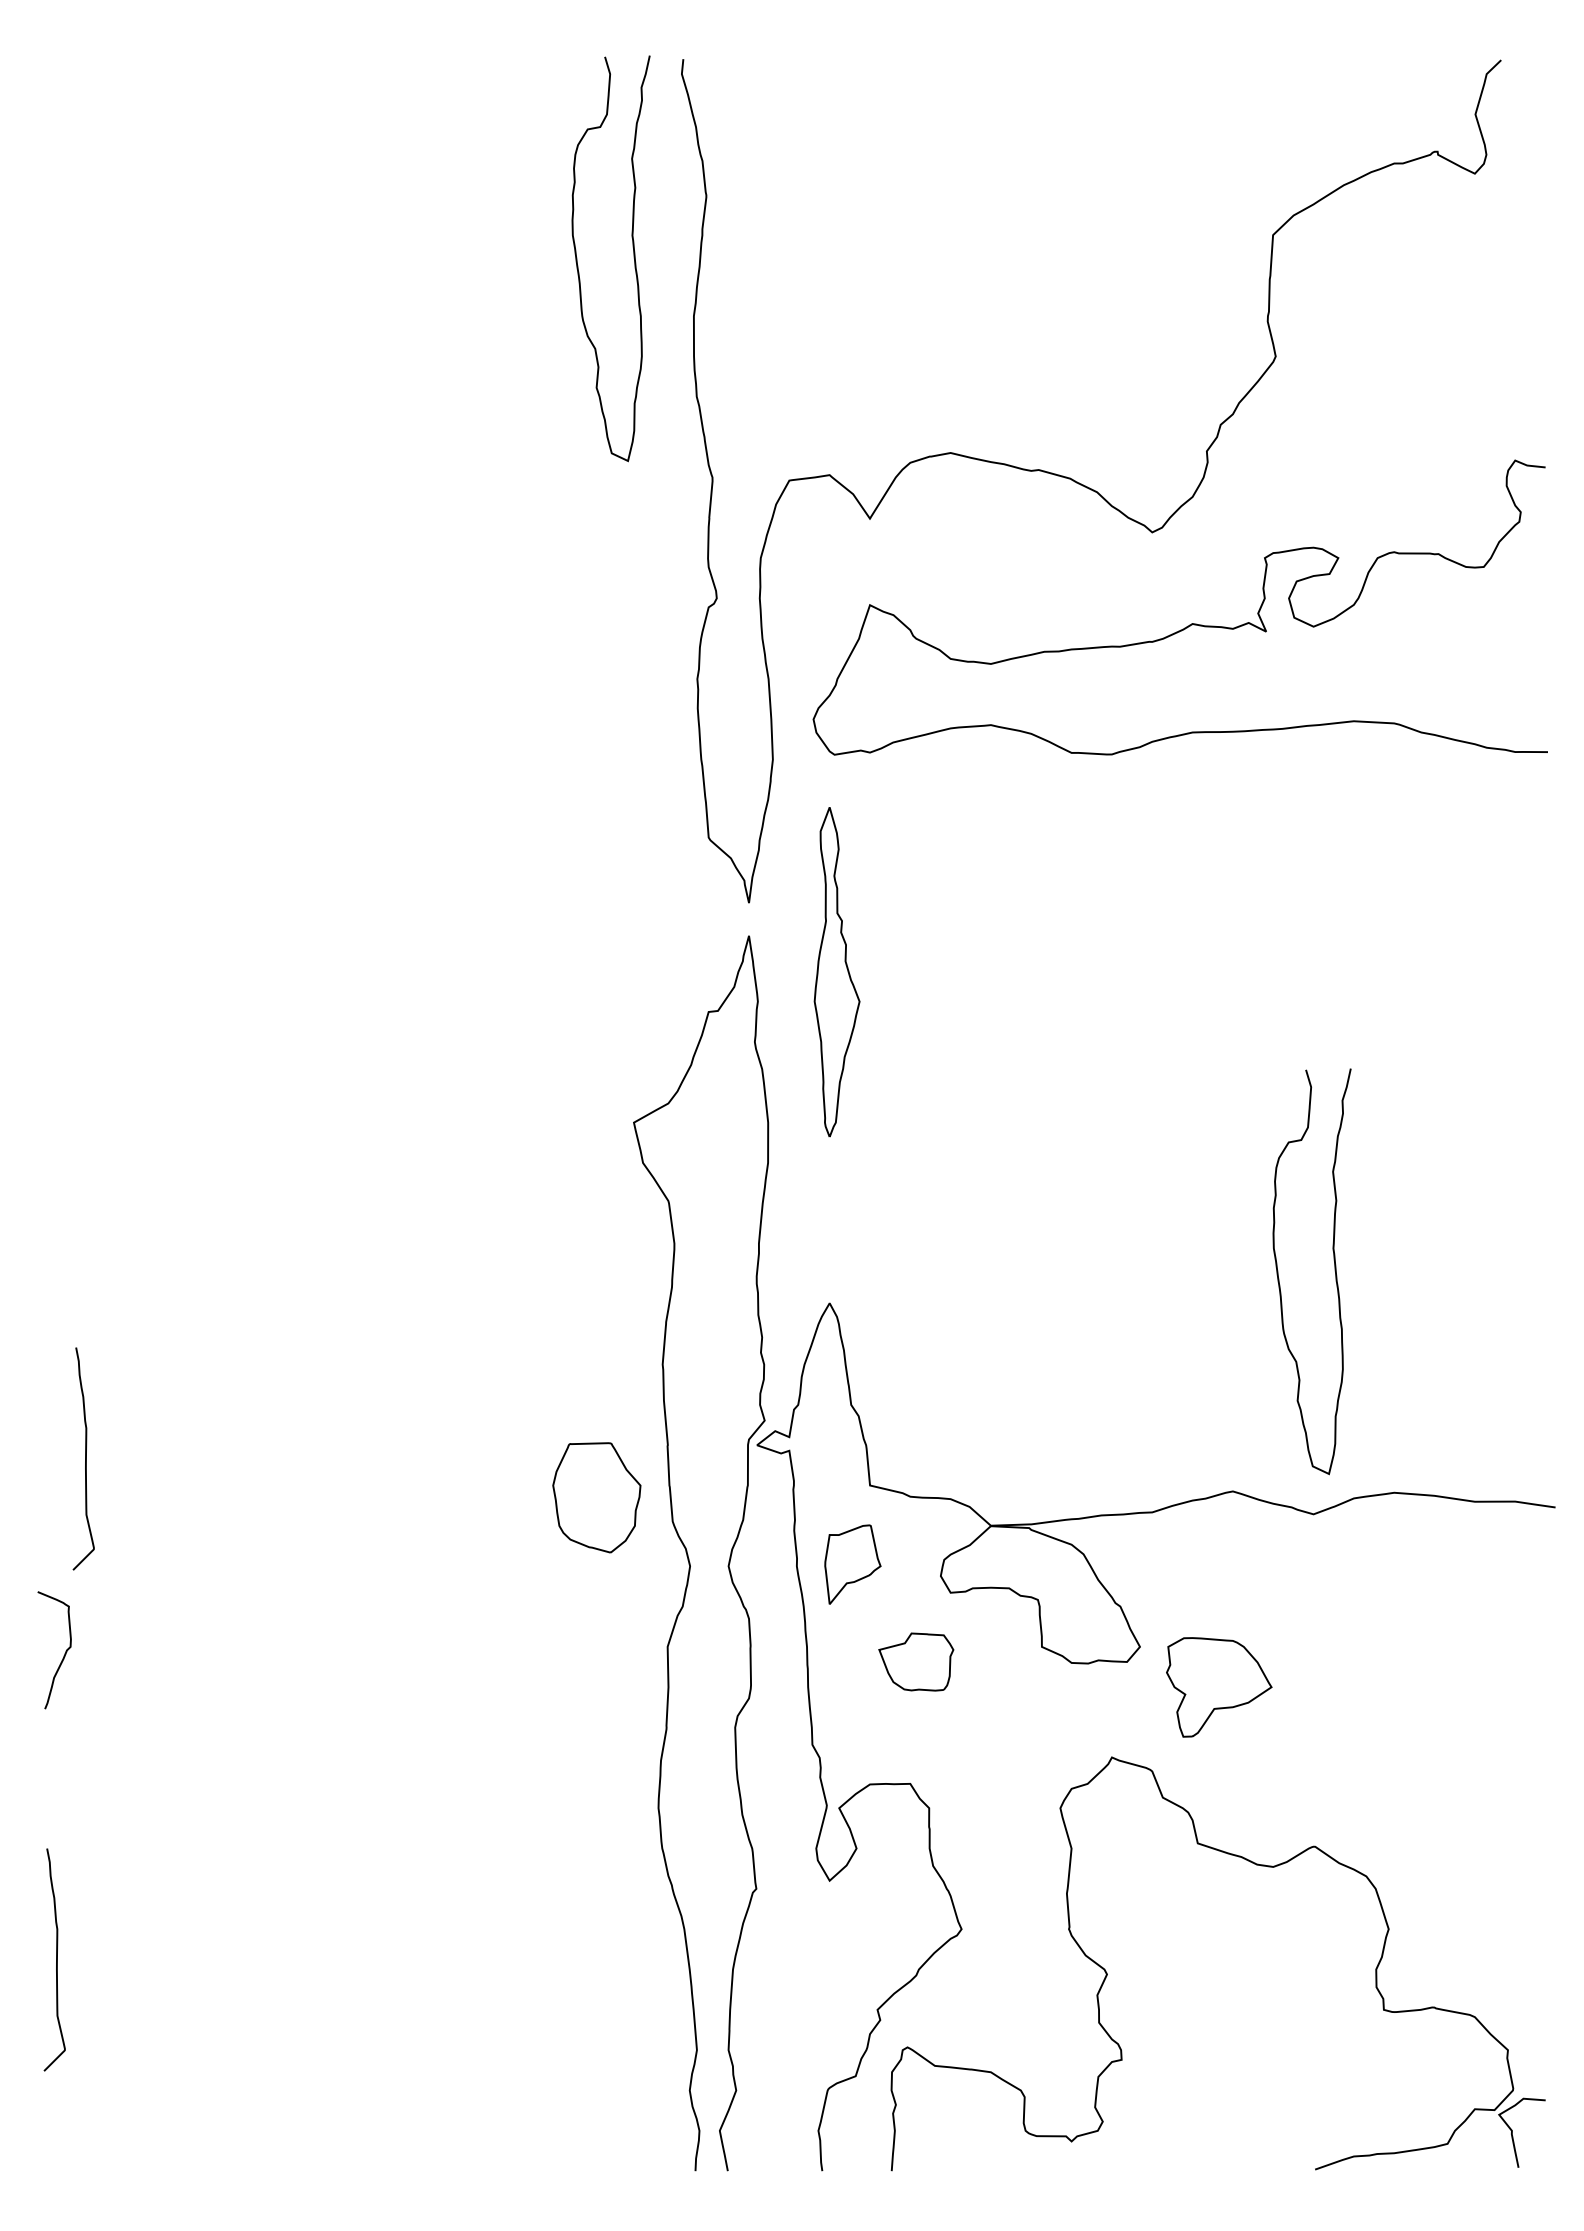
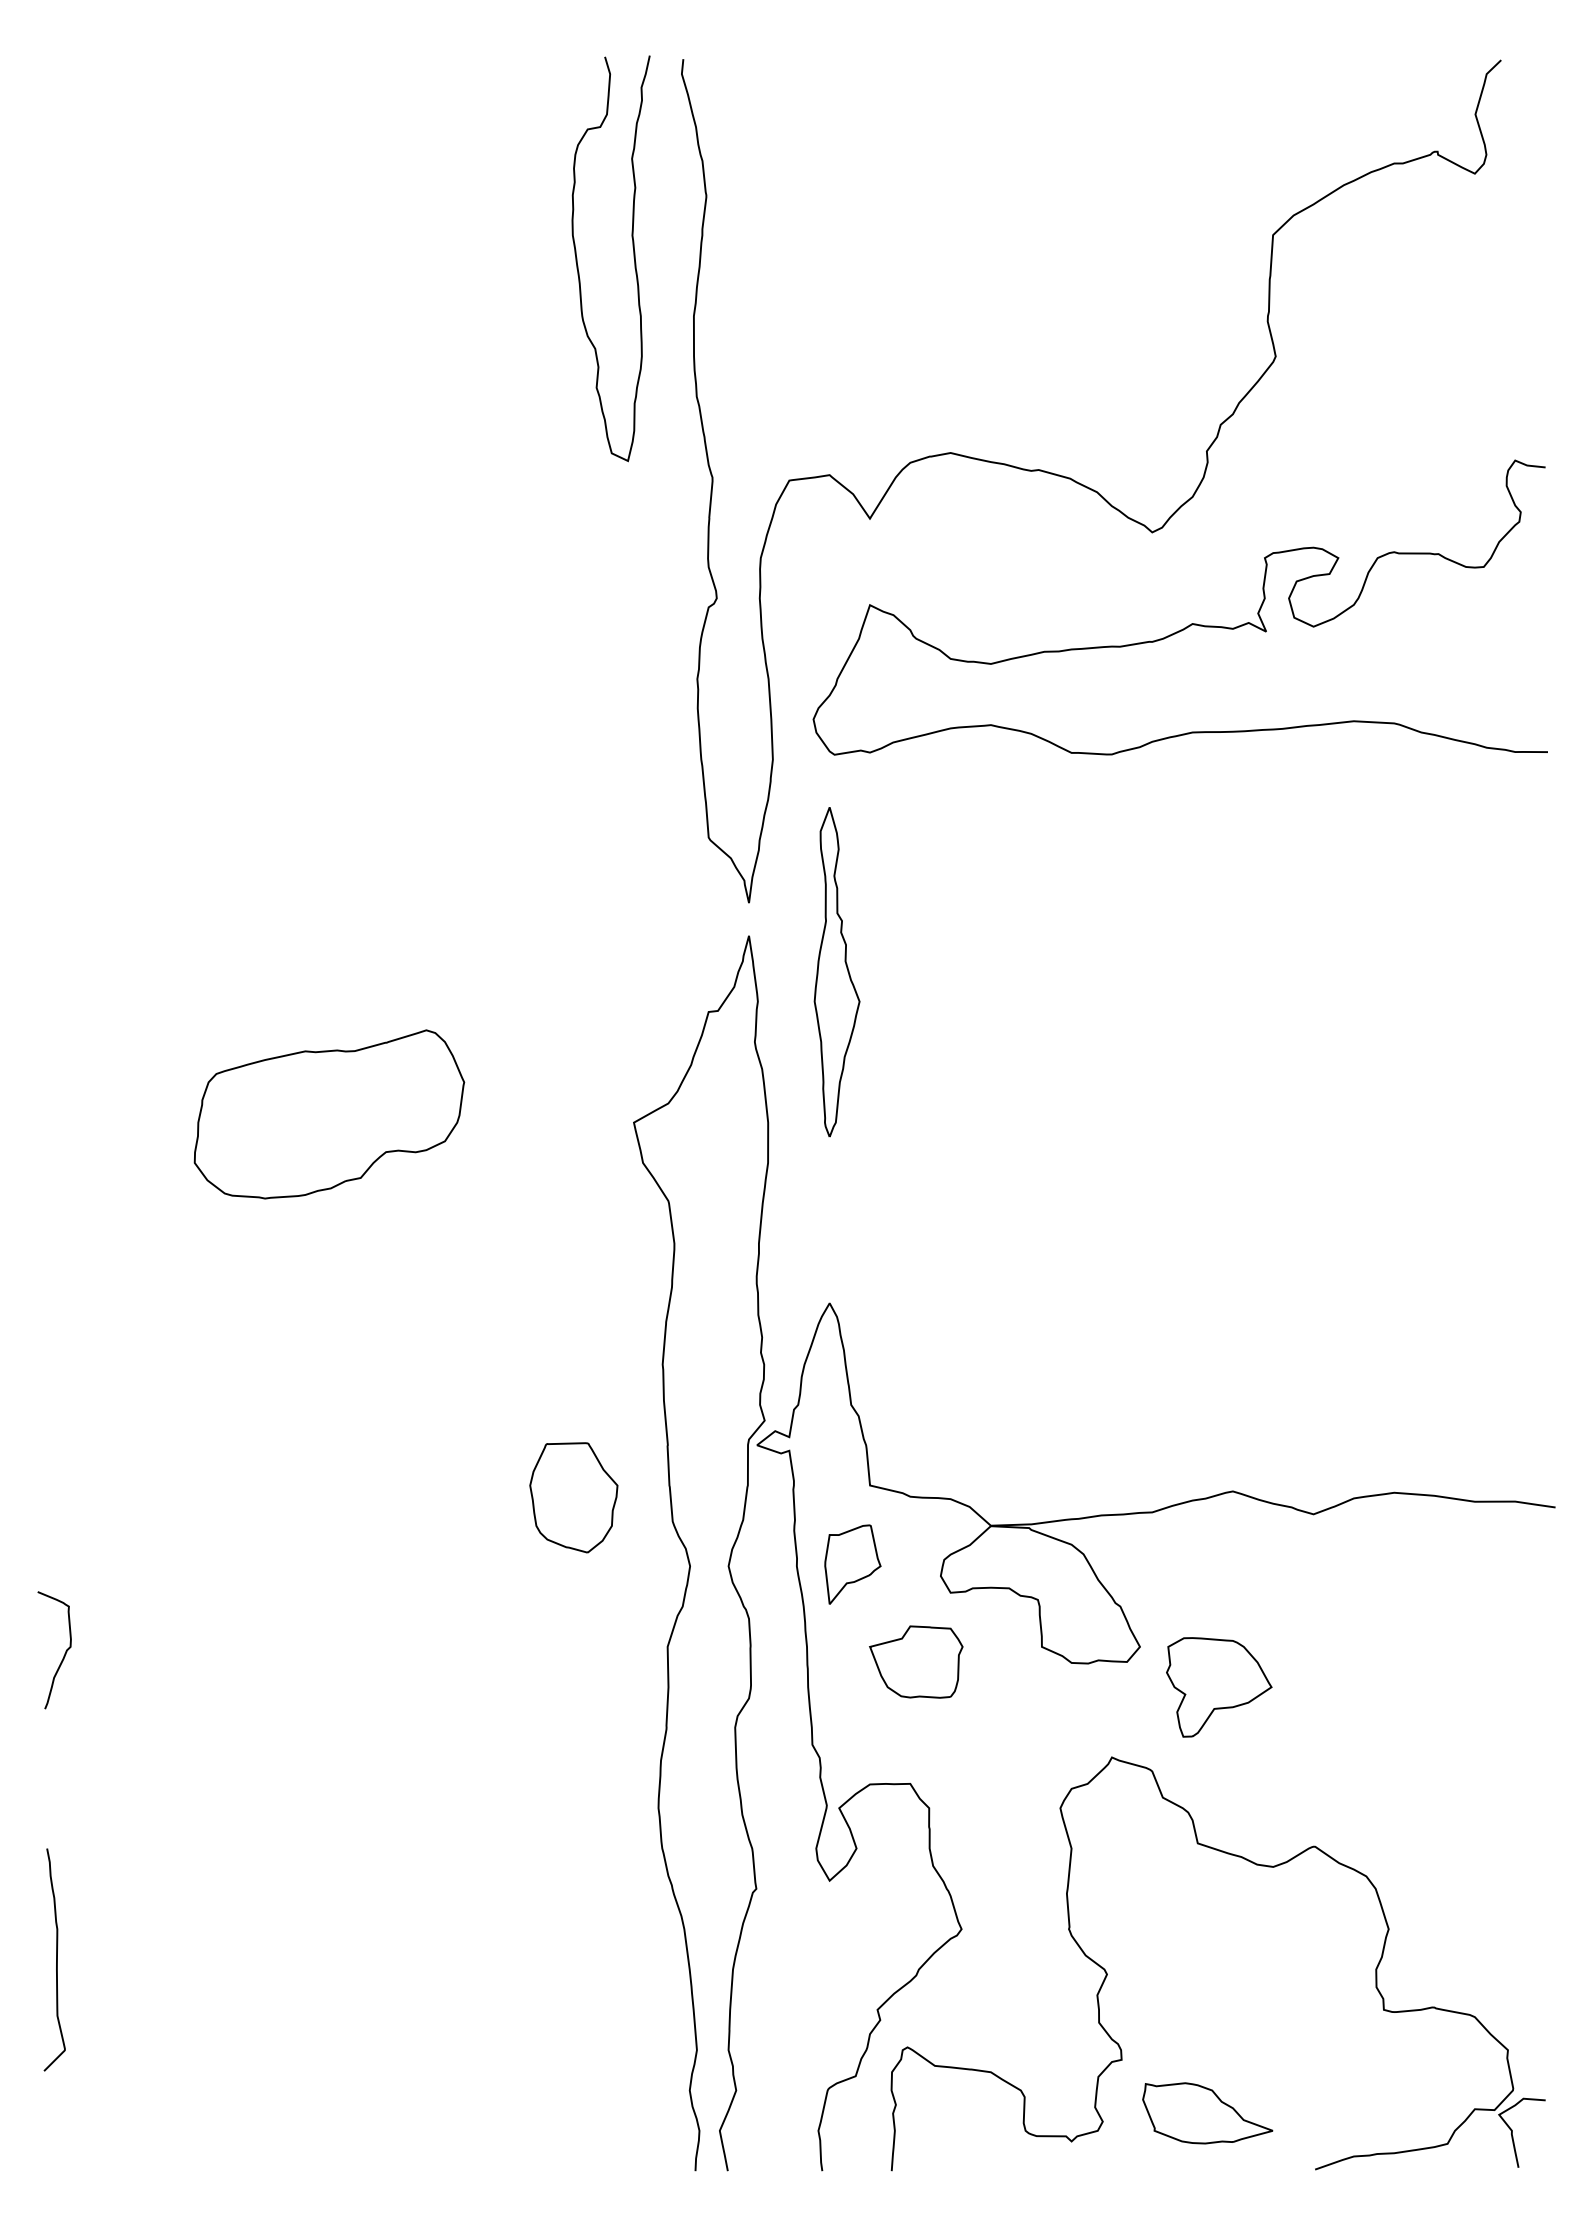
part at (329, 1114): none -> present
curve at (1334, 1271): present -> none
curve at (85, 1458): present -> none
part at (596, 1497) position: (596, 1497) -> (573, 1497)
part at (916, 1661) size: 77x60 px -> 95x74 px
part at (1207, 2113): none -> present
